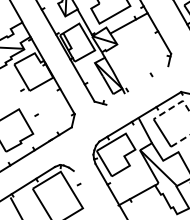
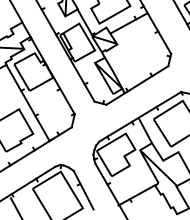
line at (137, 85): none -> present
line at (182, 100): dashed -> solid
line at (28, 103): none -> present
line at (83, 189): none -> present
